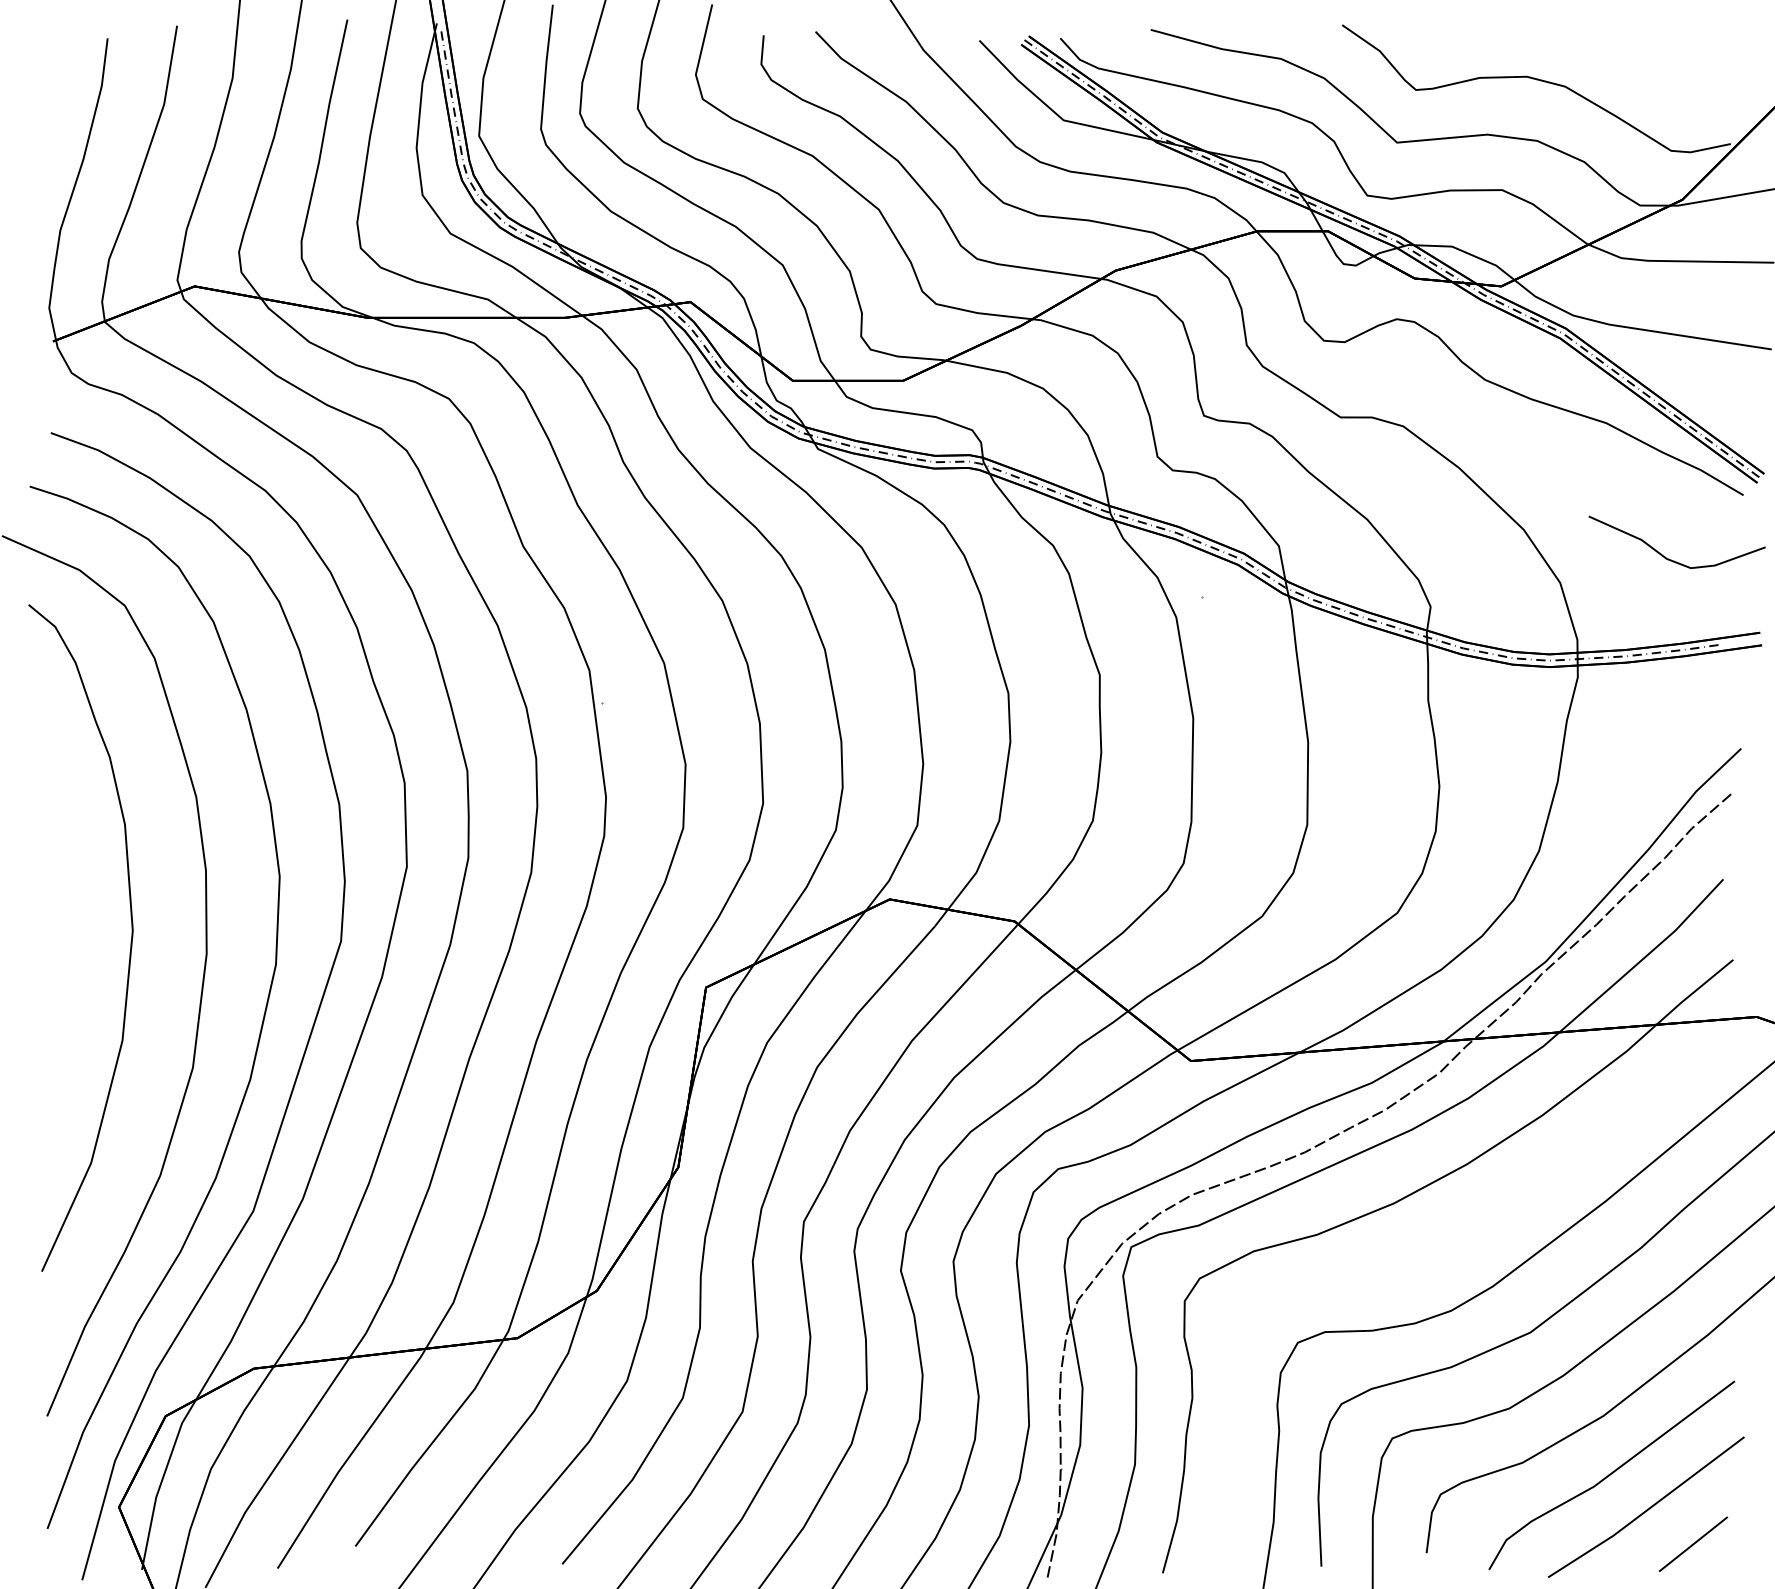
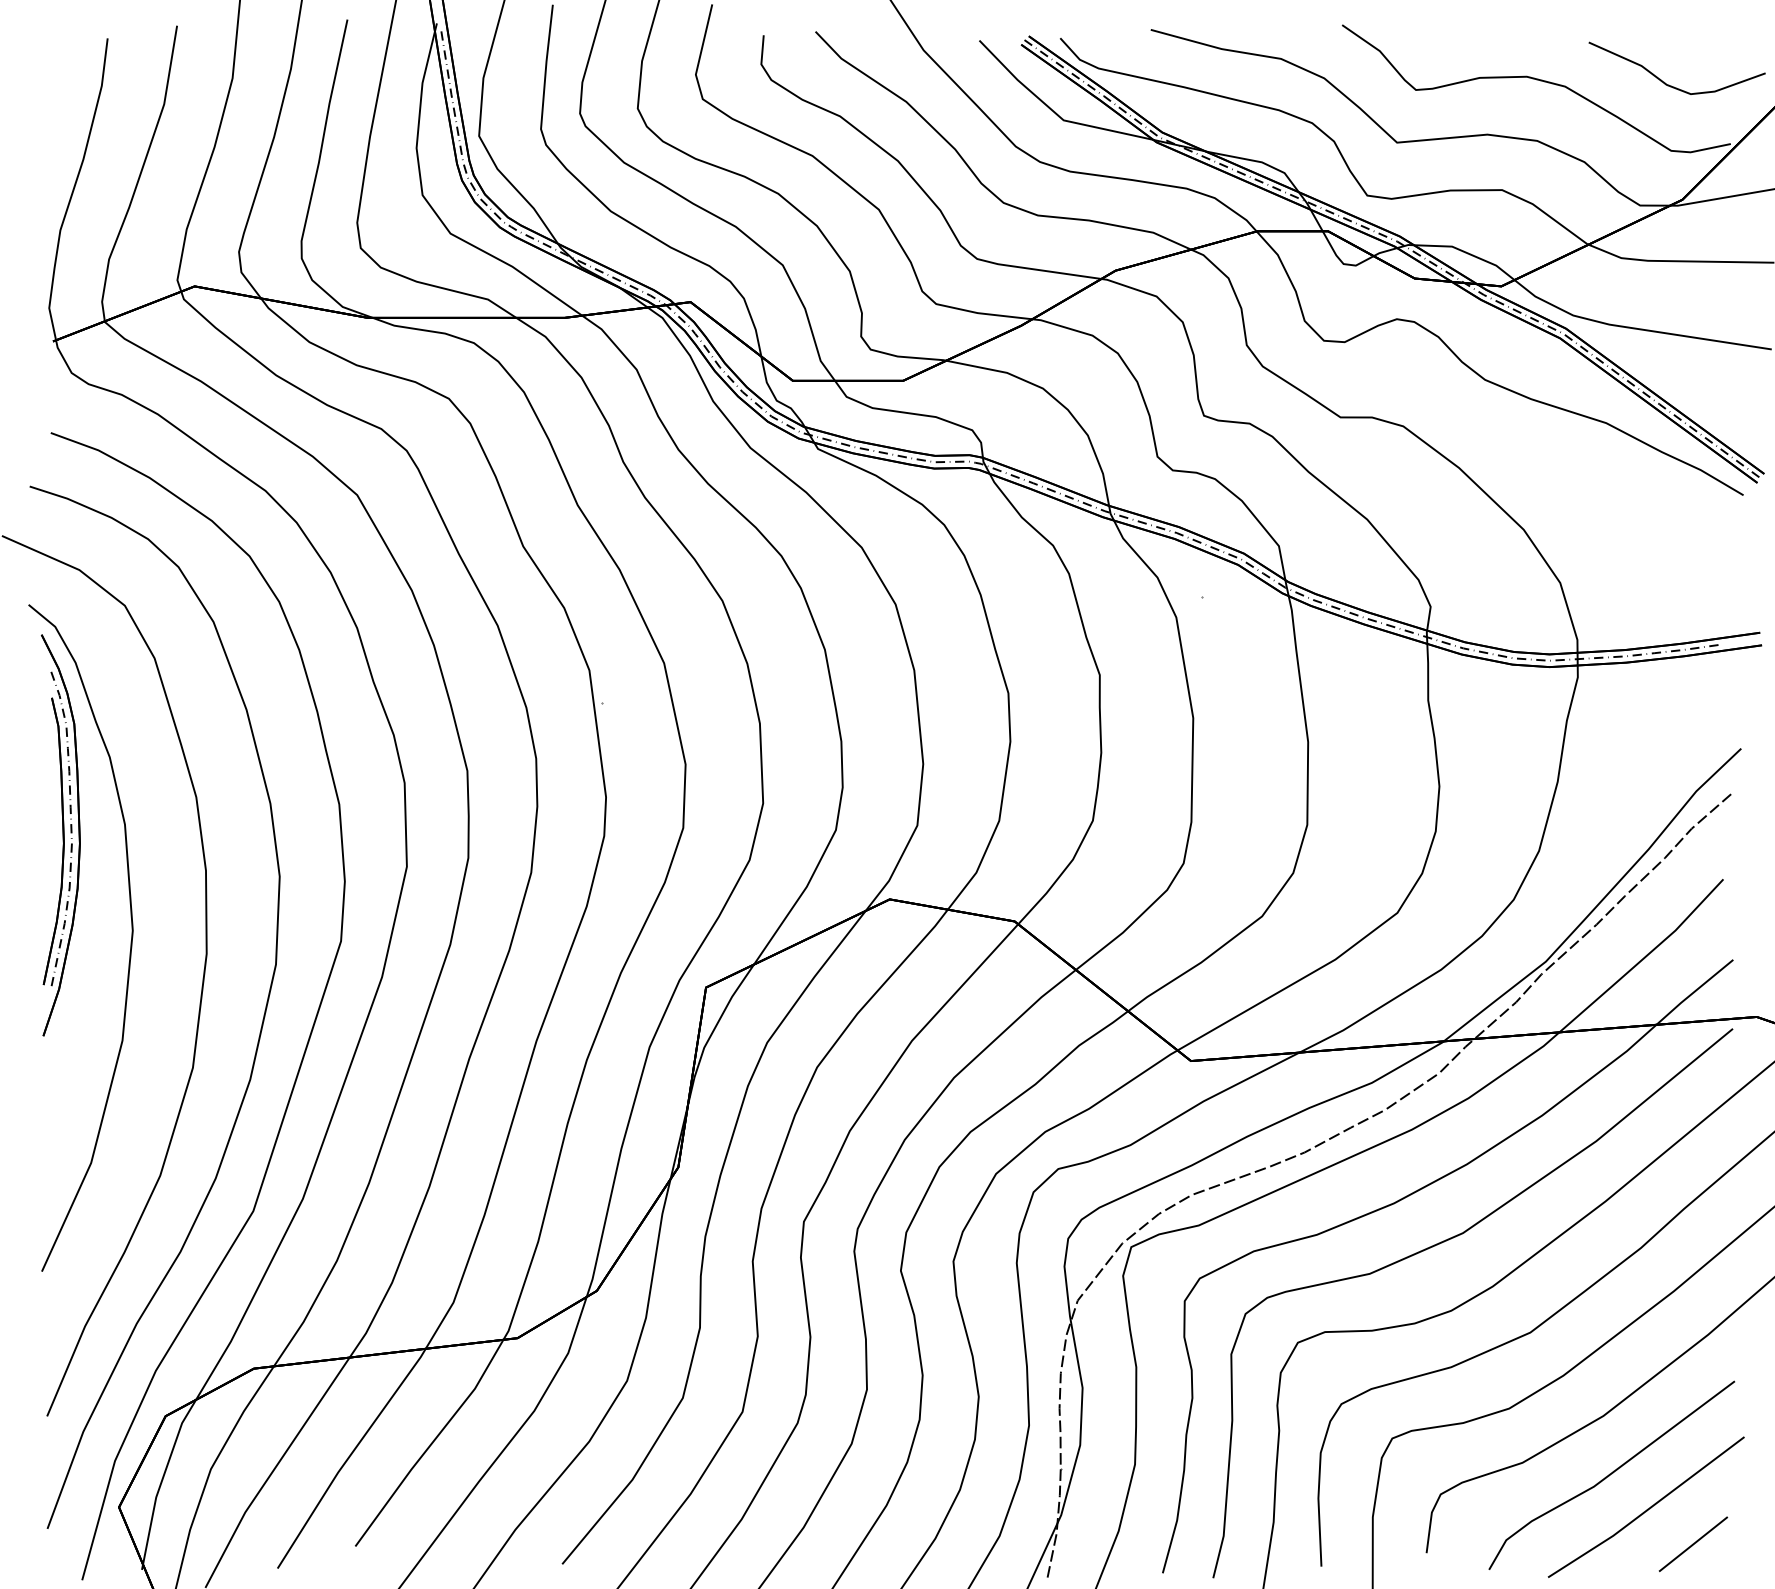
curve at (1665, 556) position: (1665, 556) -> (1665, 82)
part at (60, 835): none -> present
curve at (1442, 1243): none -> present
